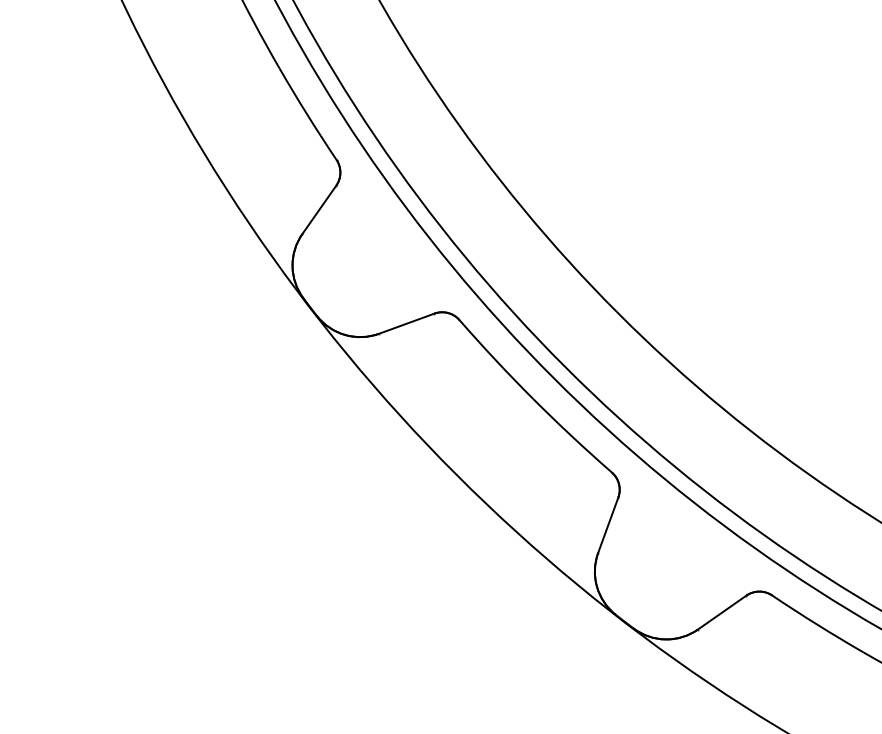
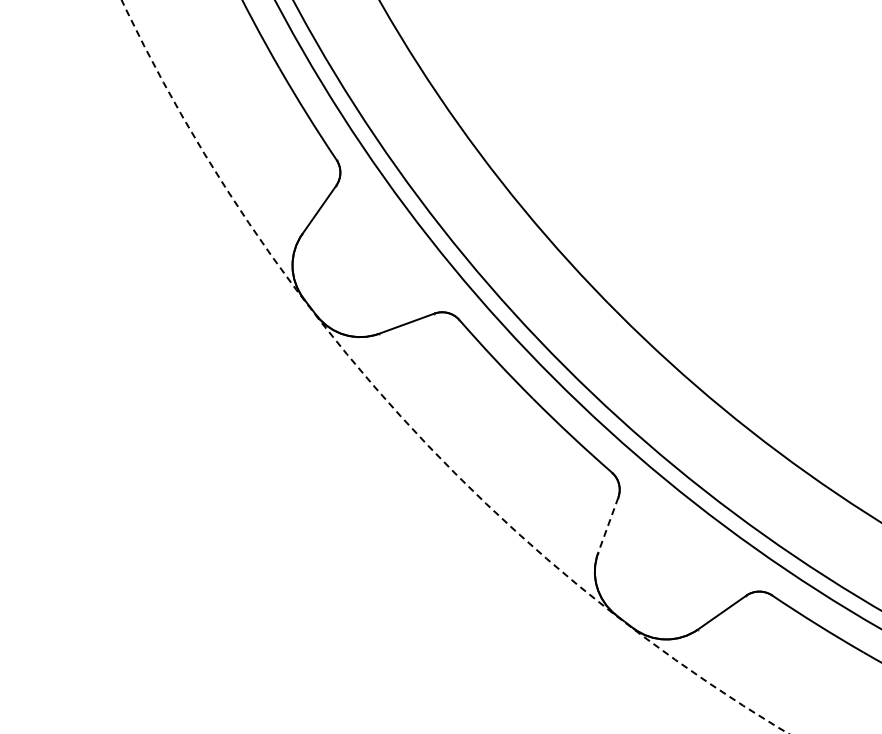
circle at (455, 366): solid -> dashed
line at (608, 525): solid -> dashed
